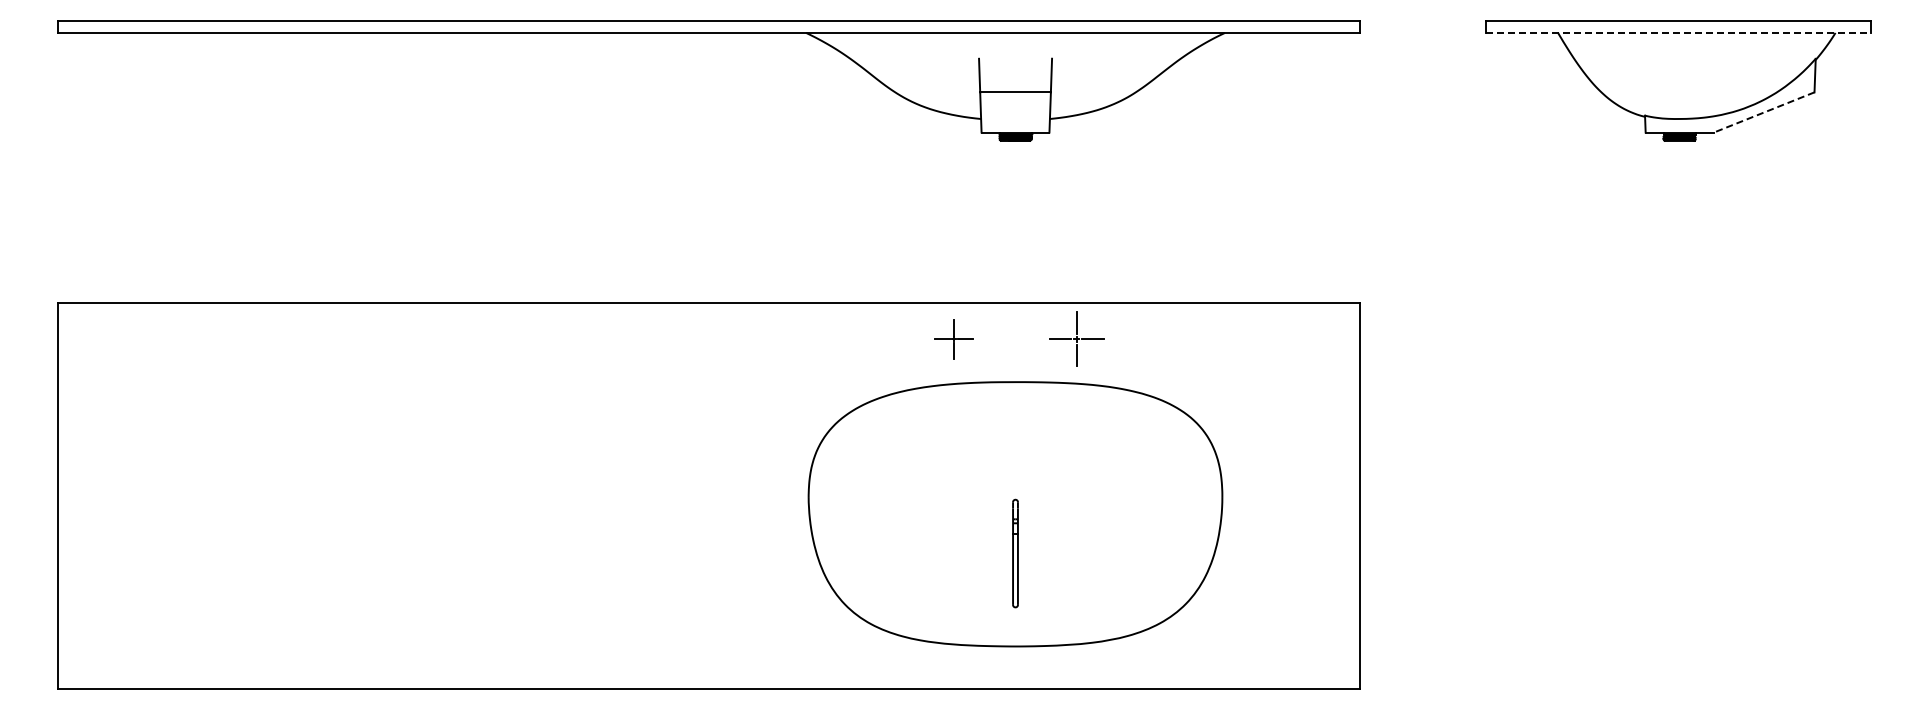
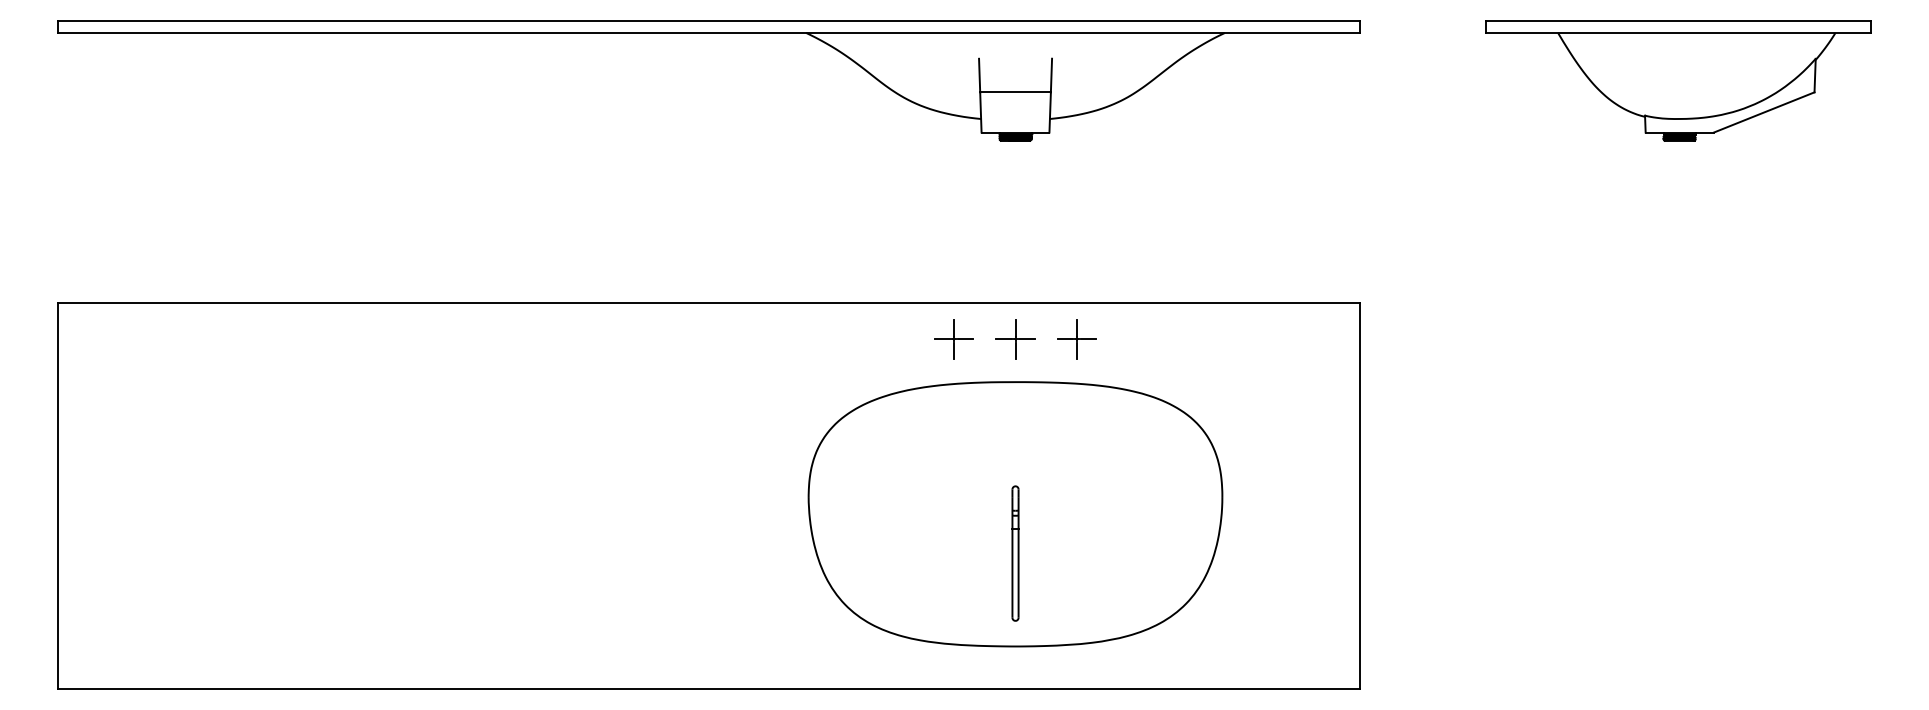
line at (1678, 32): dashed -> solid
line at (1763, 112): dashed -> solid
part at (1076, 338) size: 56x56 px -> 40x41 px
part at (1015, 339): none -> present
part at (1015, 553) size: 7x111 px -> 9x137 px
